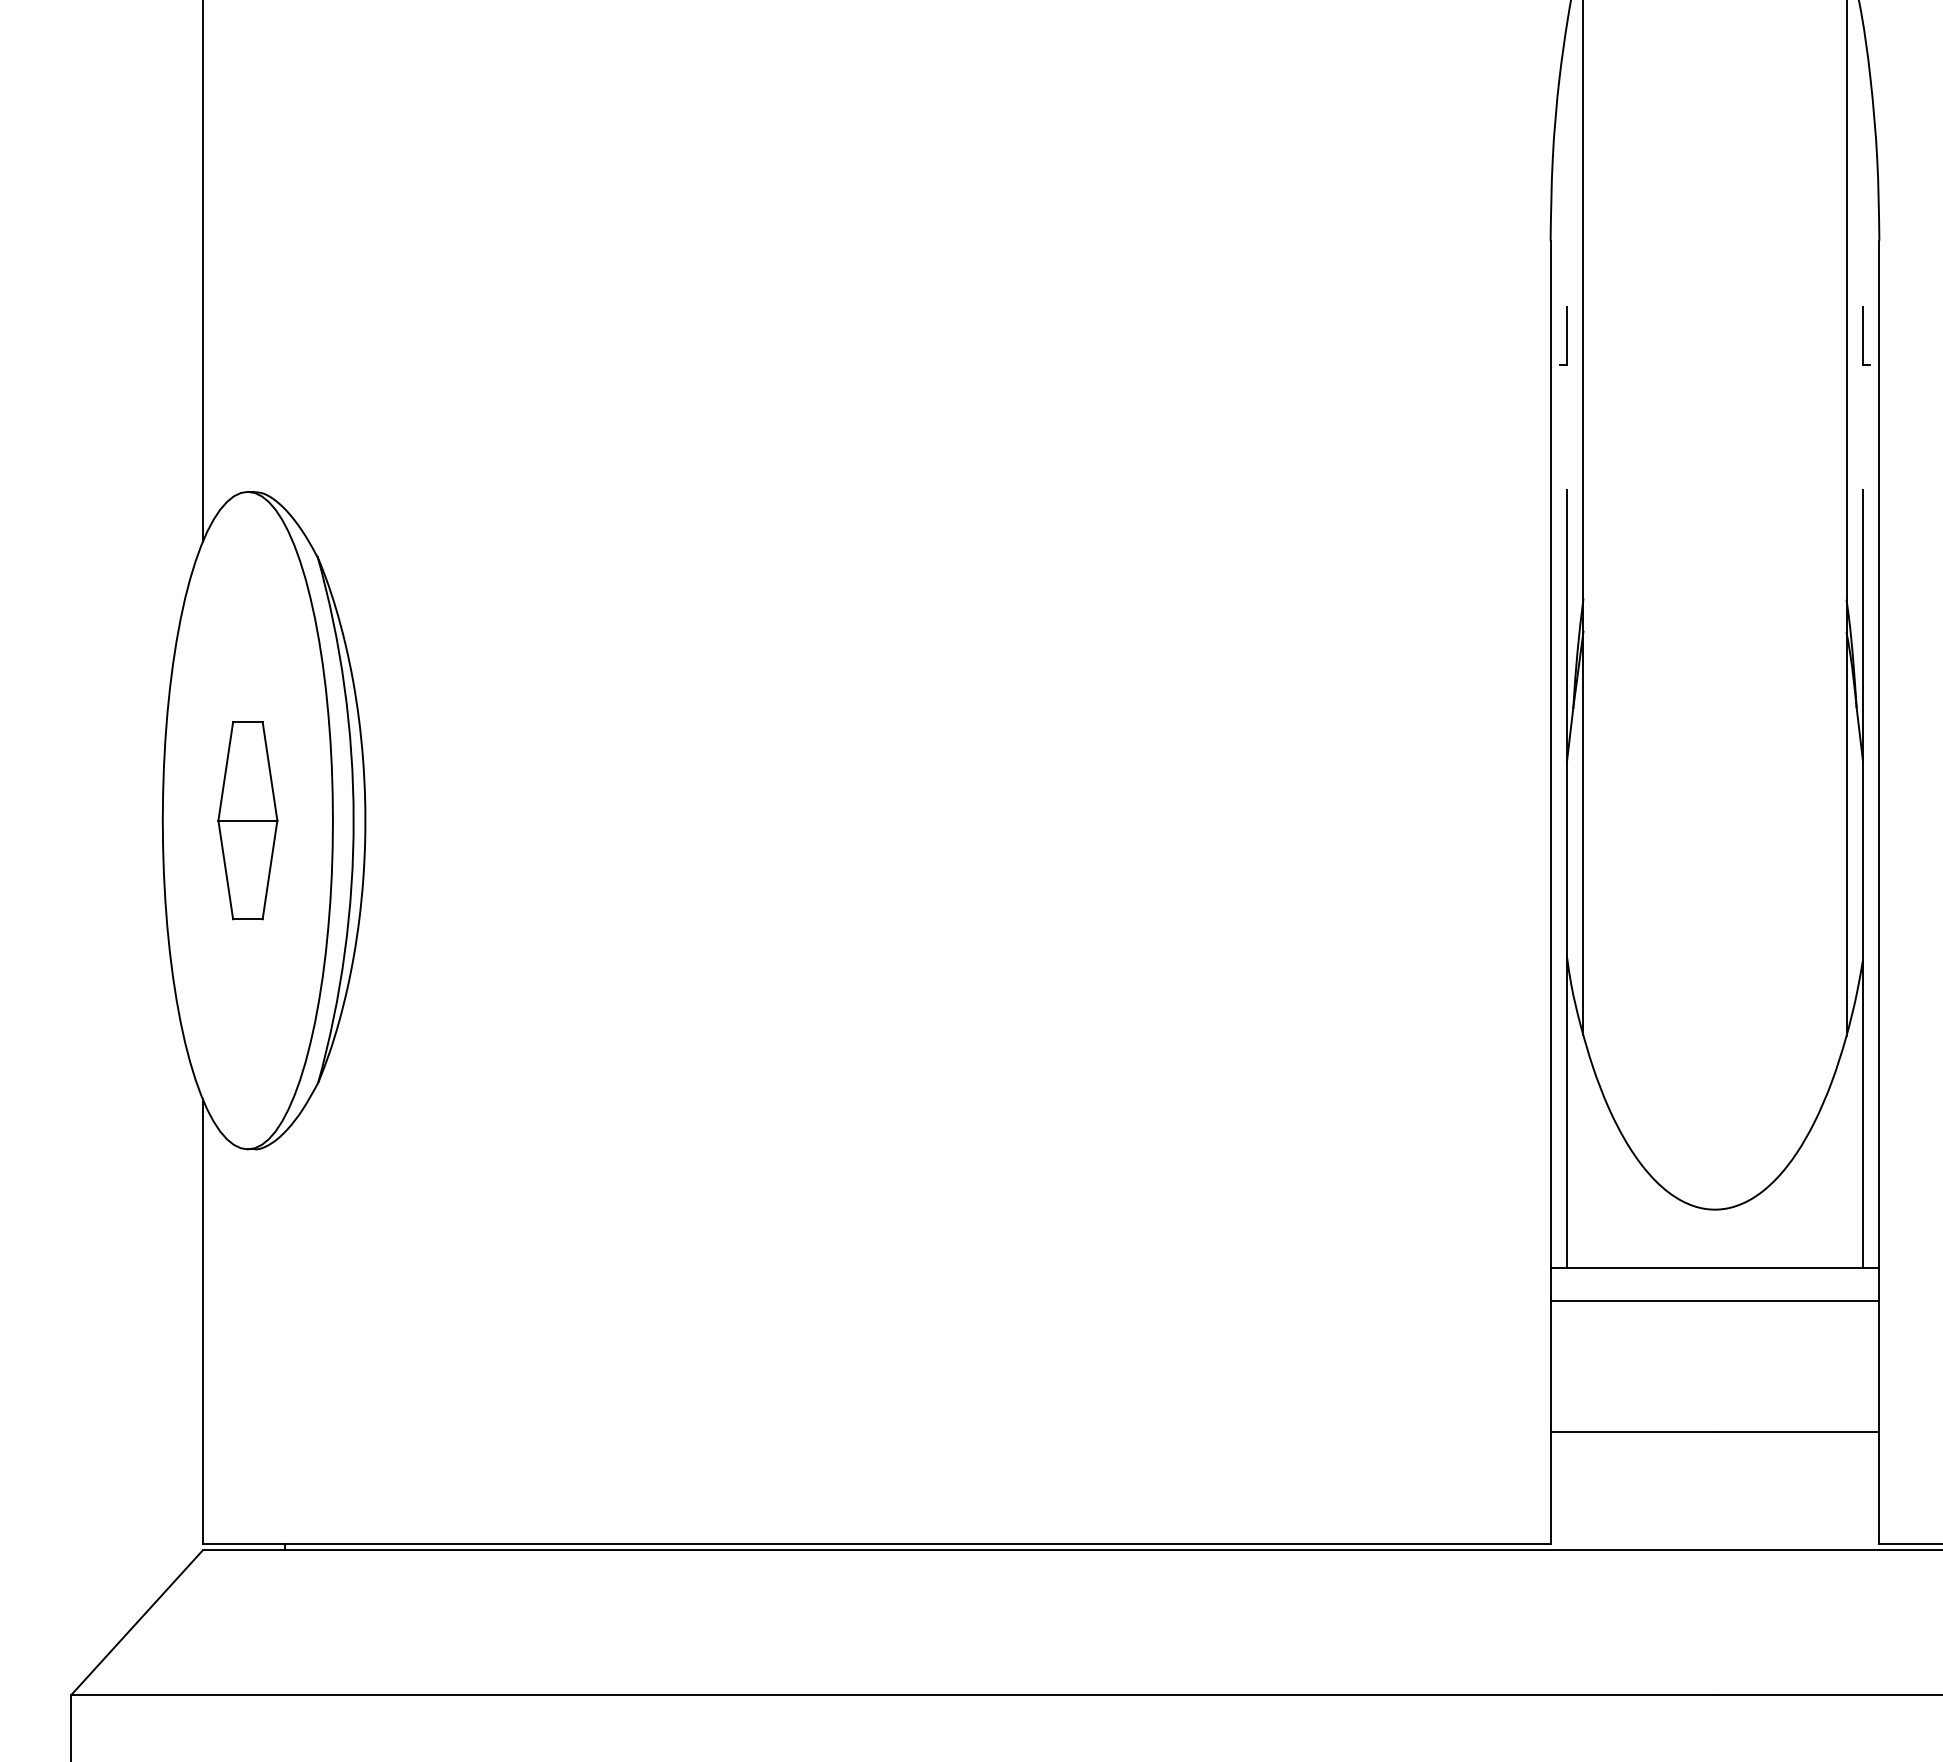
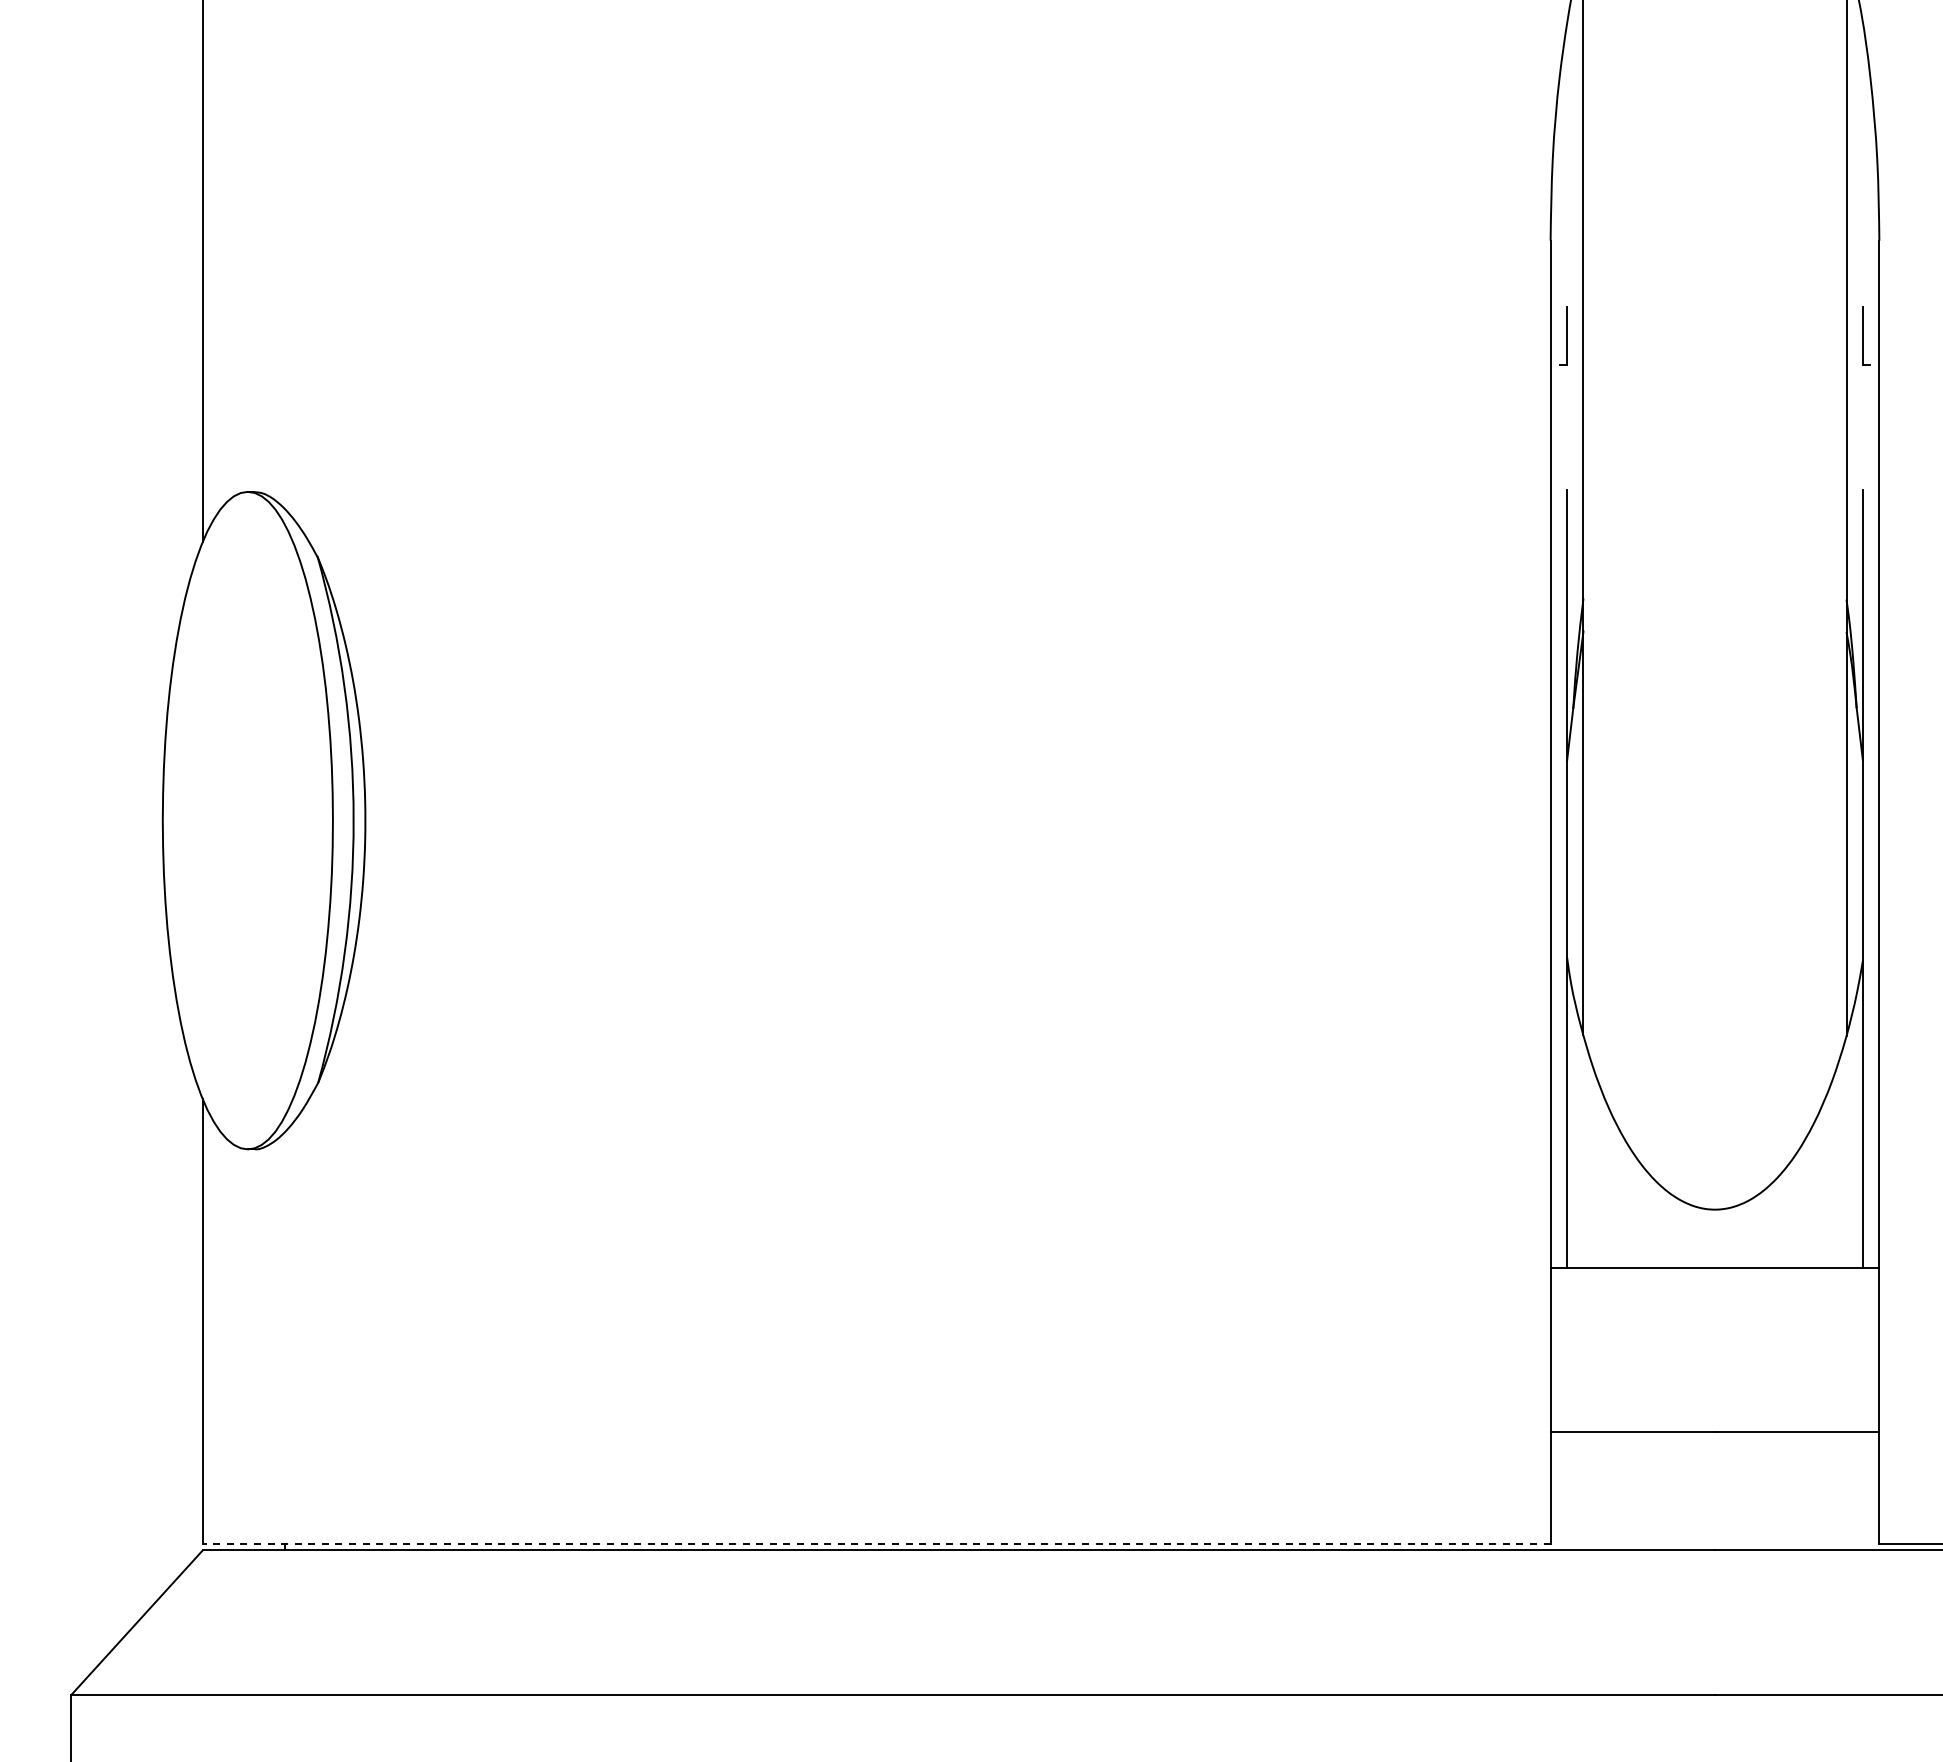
part at (247, 820): present -> none
line at (1714, 1300): present -> none
line at (876, 1543): solid -> dashed
